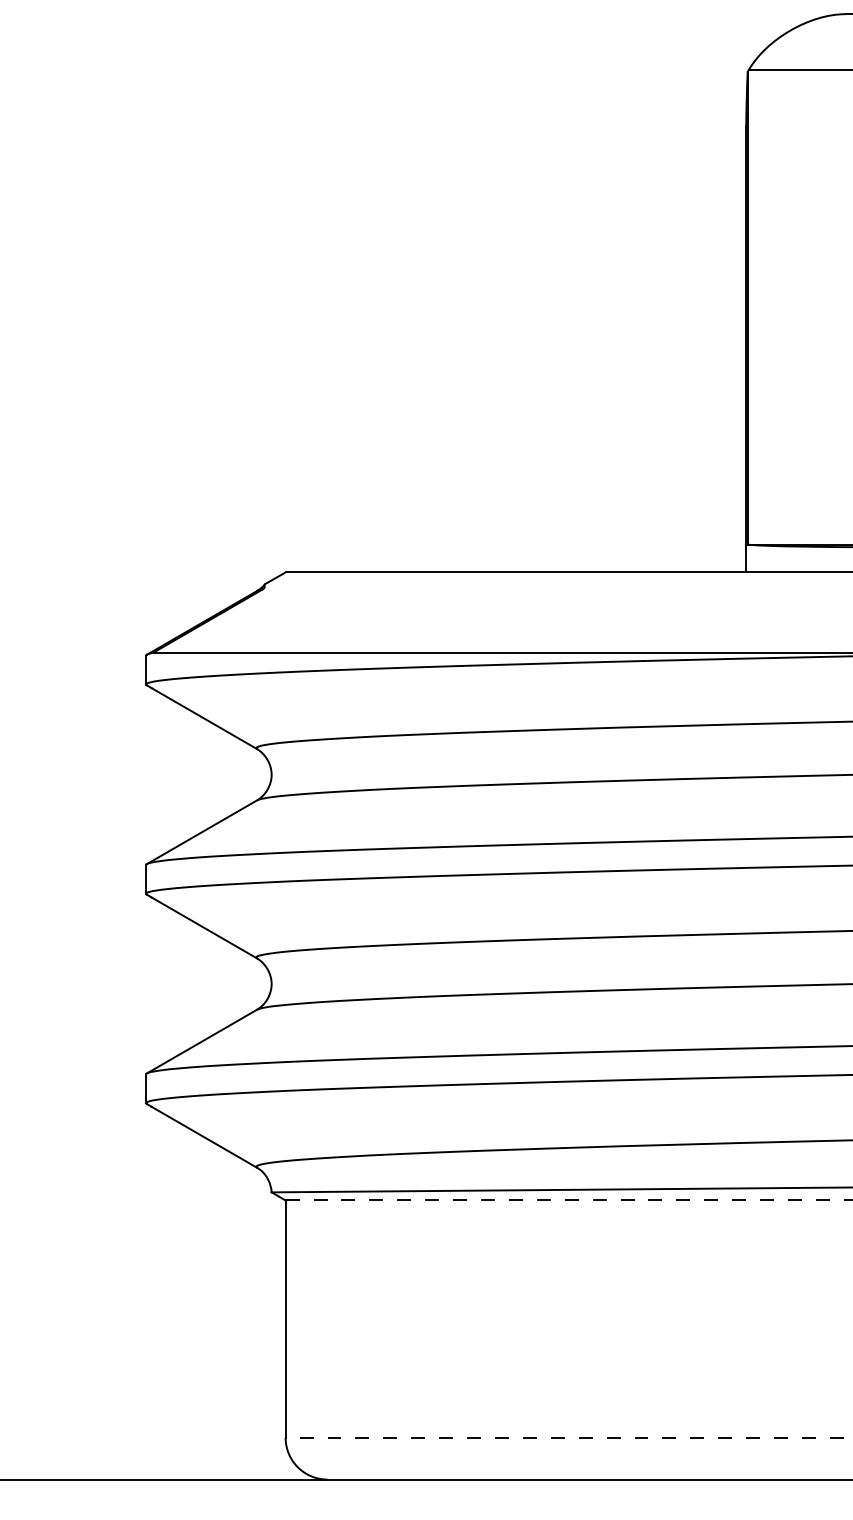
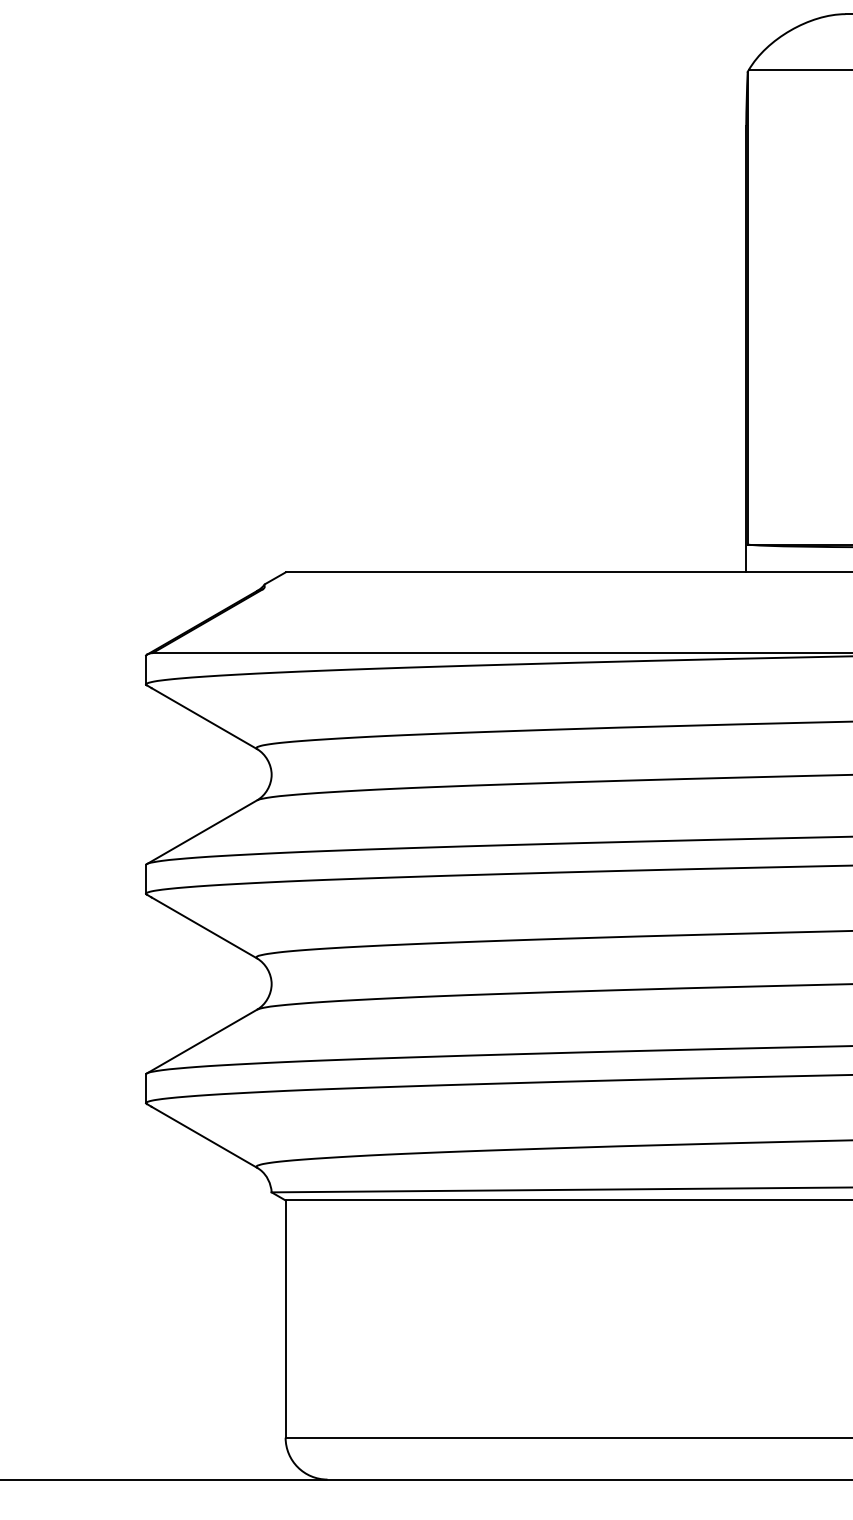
line at (569, 1200): dashed -> solid
line at (568, 1437): dashed -> solid
